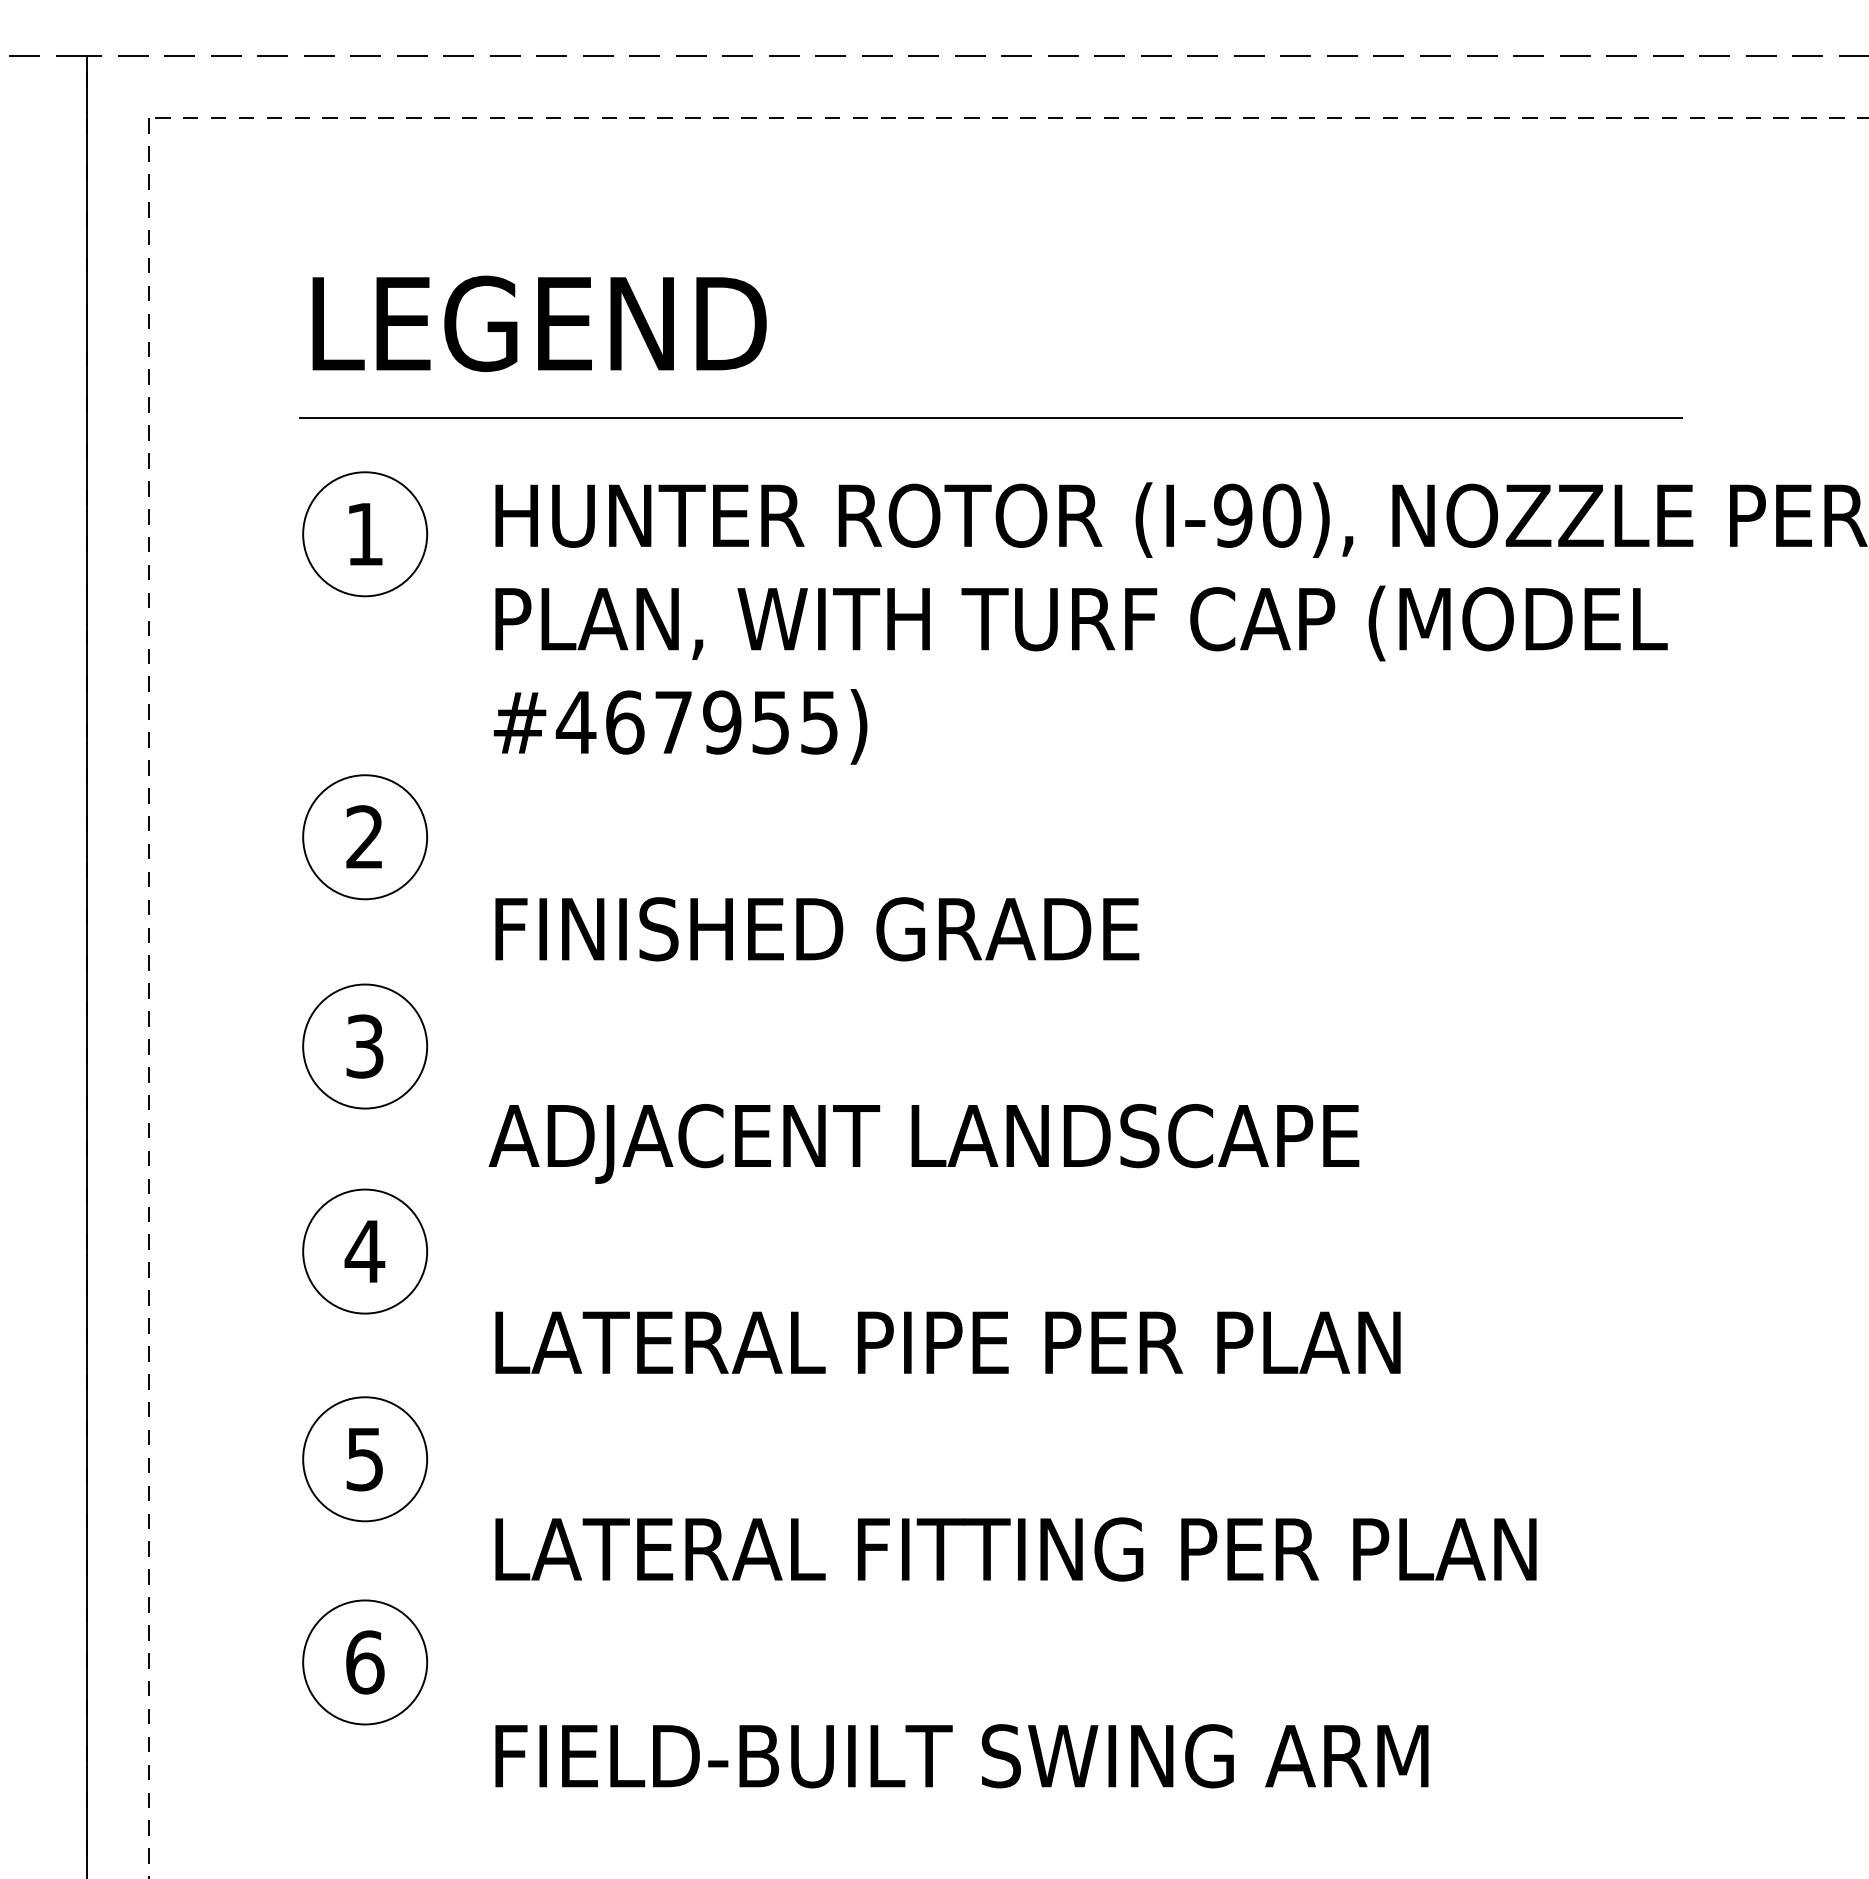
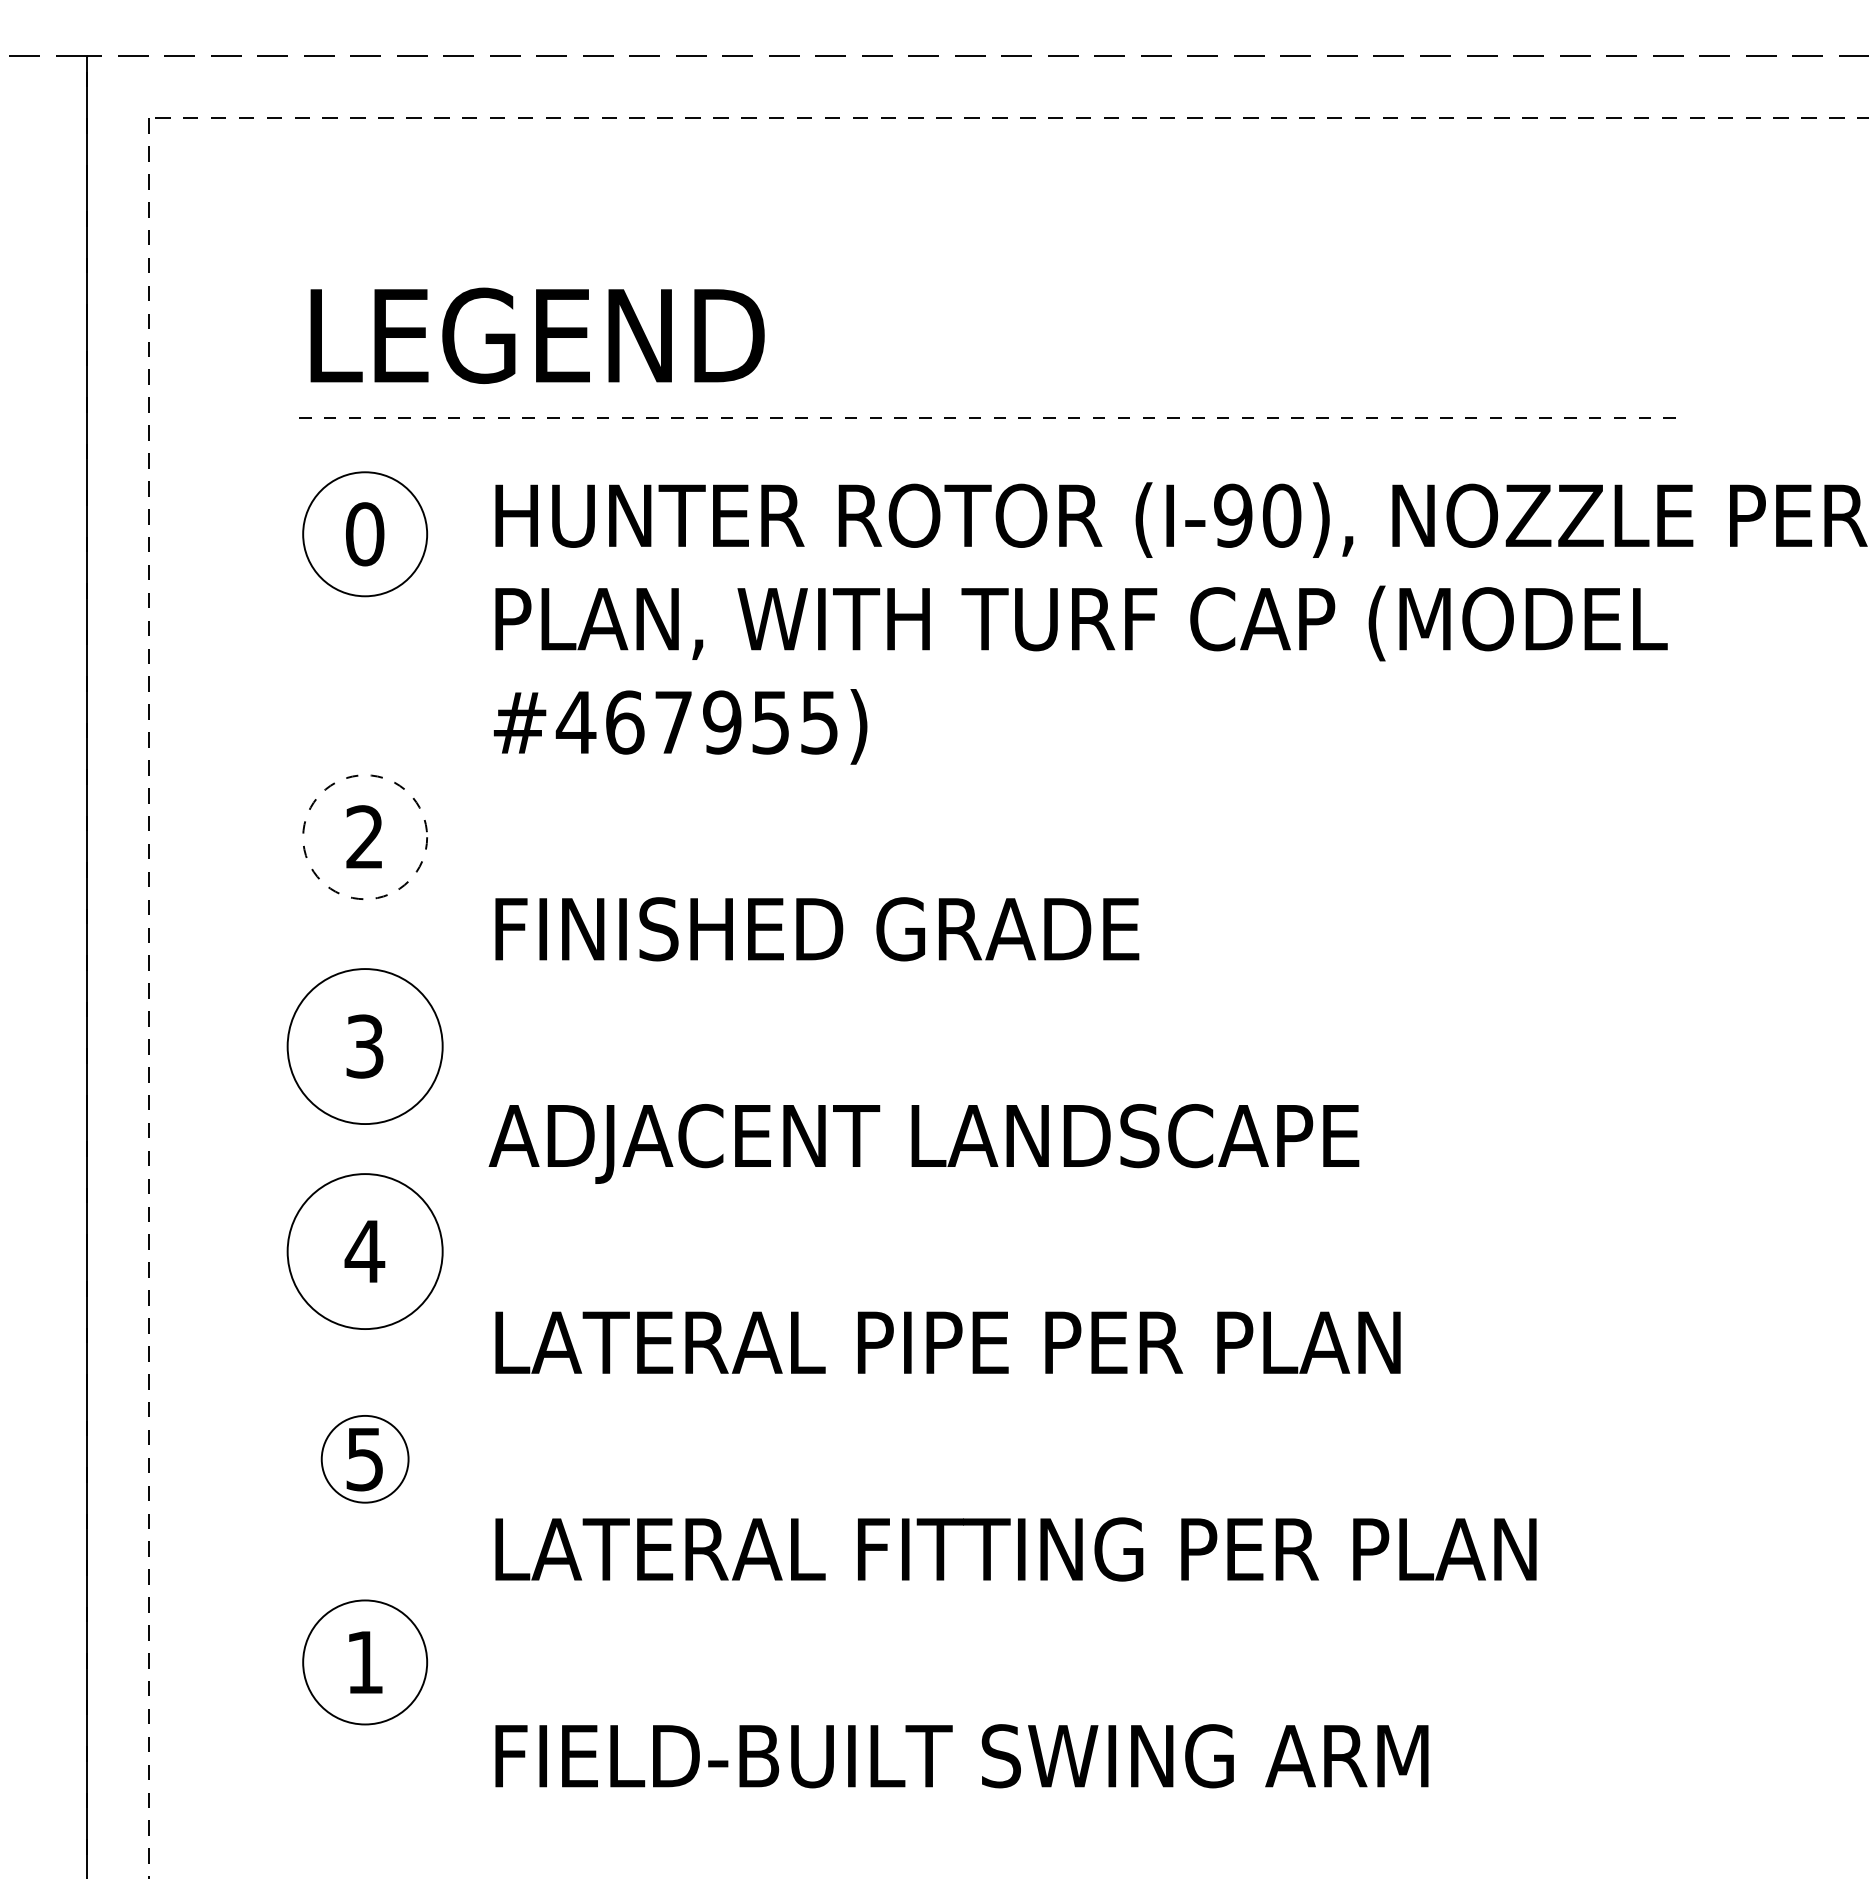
text at (539, 323) position: (539, 323) -> (537, 335)
line at (991, 418): solid -> dashed
text at (365, 534): 1 -> 0
circle at (365, 837): solid -> dashed
circle at (365, 1046) diameter: 124 px -> 155 px
circle at (365, 1251) diameter: 124 px -> 155 px
circle at (365, 1459) diameter: 124 px -> 87 px
text at (365, 1662): 6 -> 1
